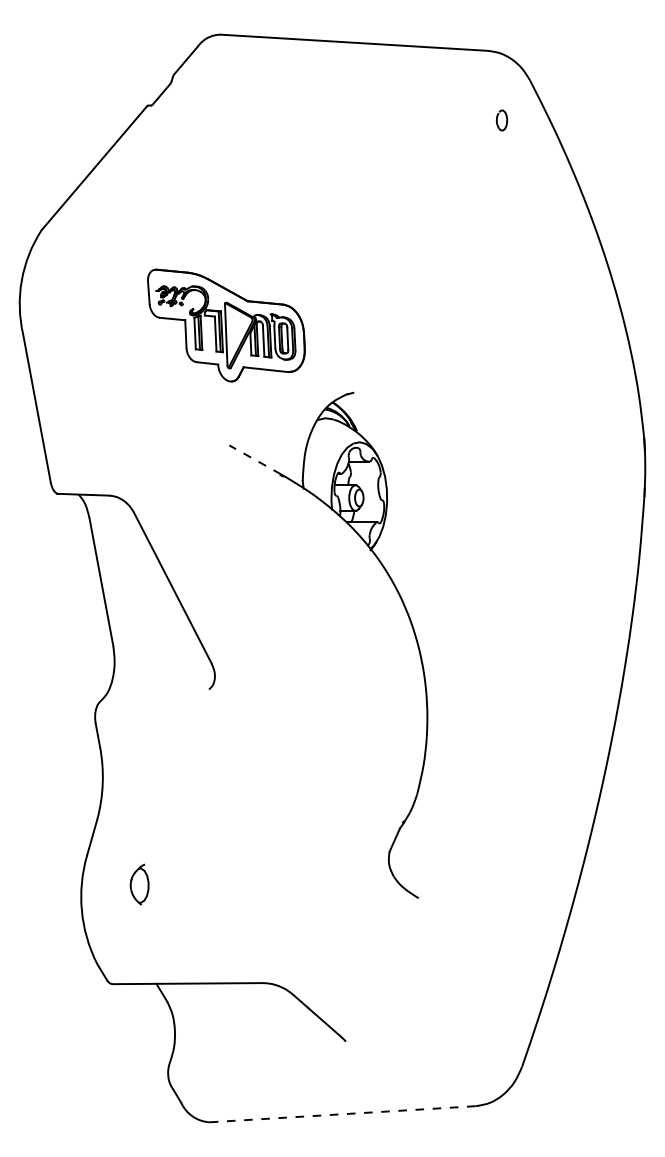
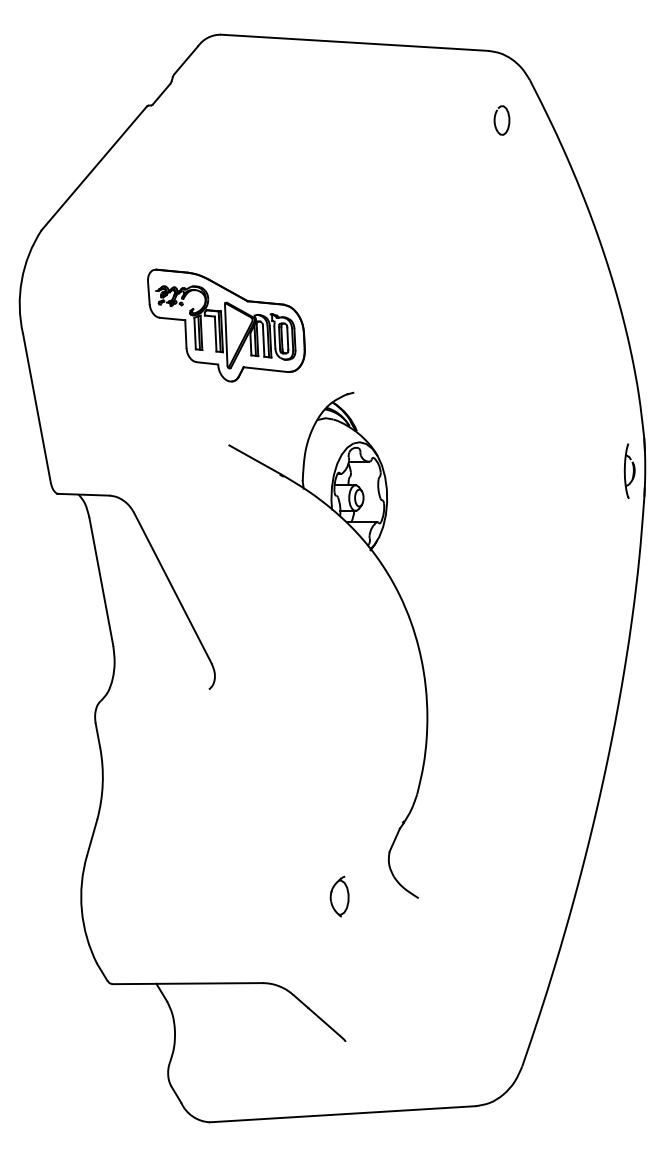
part at (501, 120) size: 14x23 px -> 18x31 px
line at (255, 459): dashed -> solid
part at (629, 471): none -> present
part at (139, 884) position: (139, 884) -> (339, 896)
line at (343, 1114): dashed -> solid
